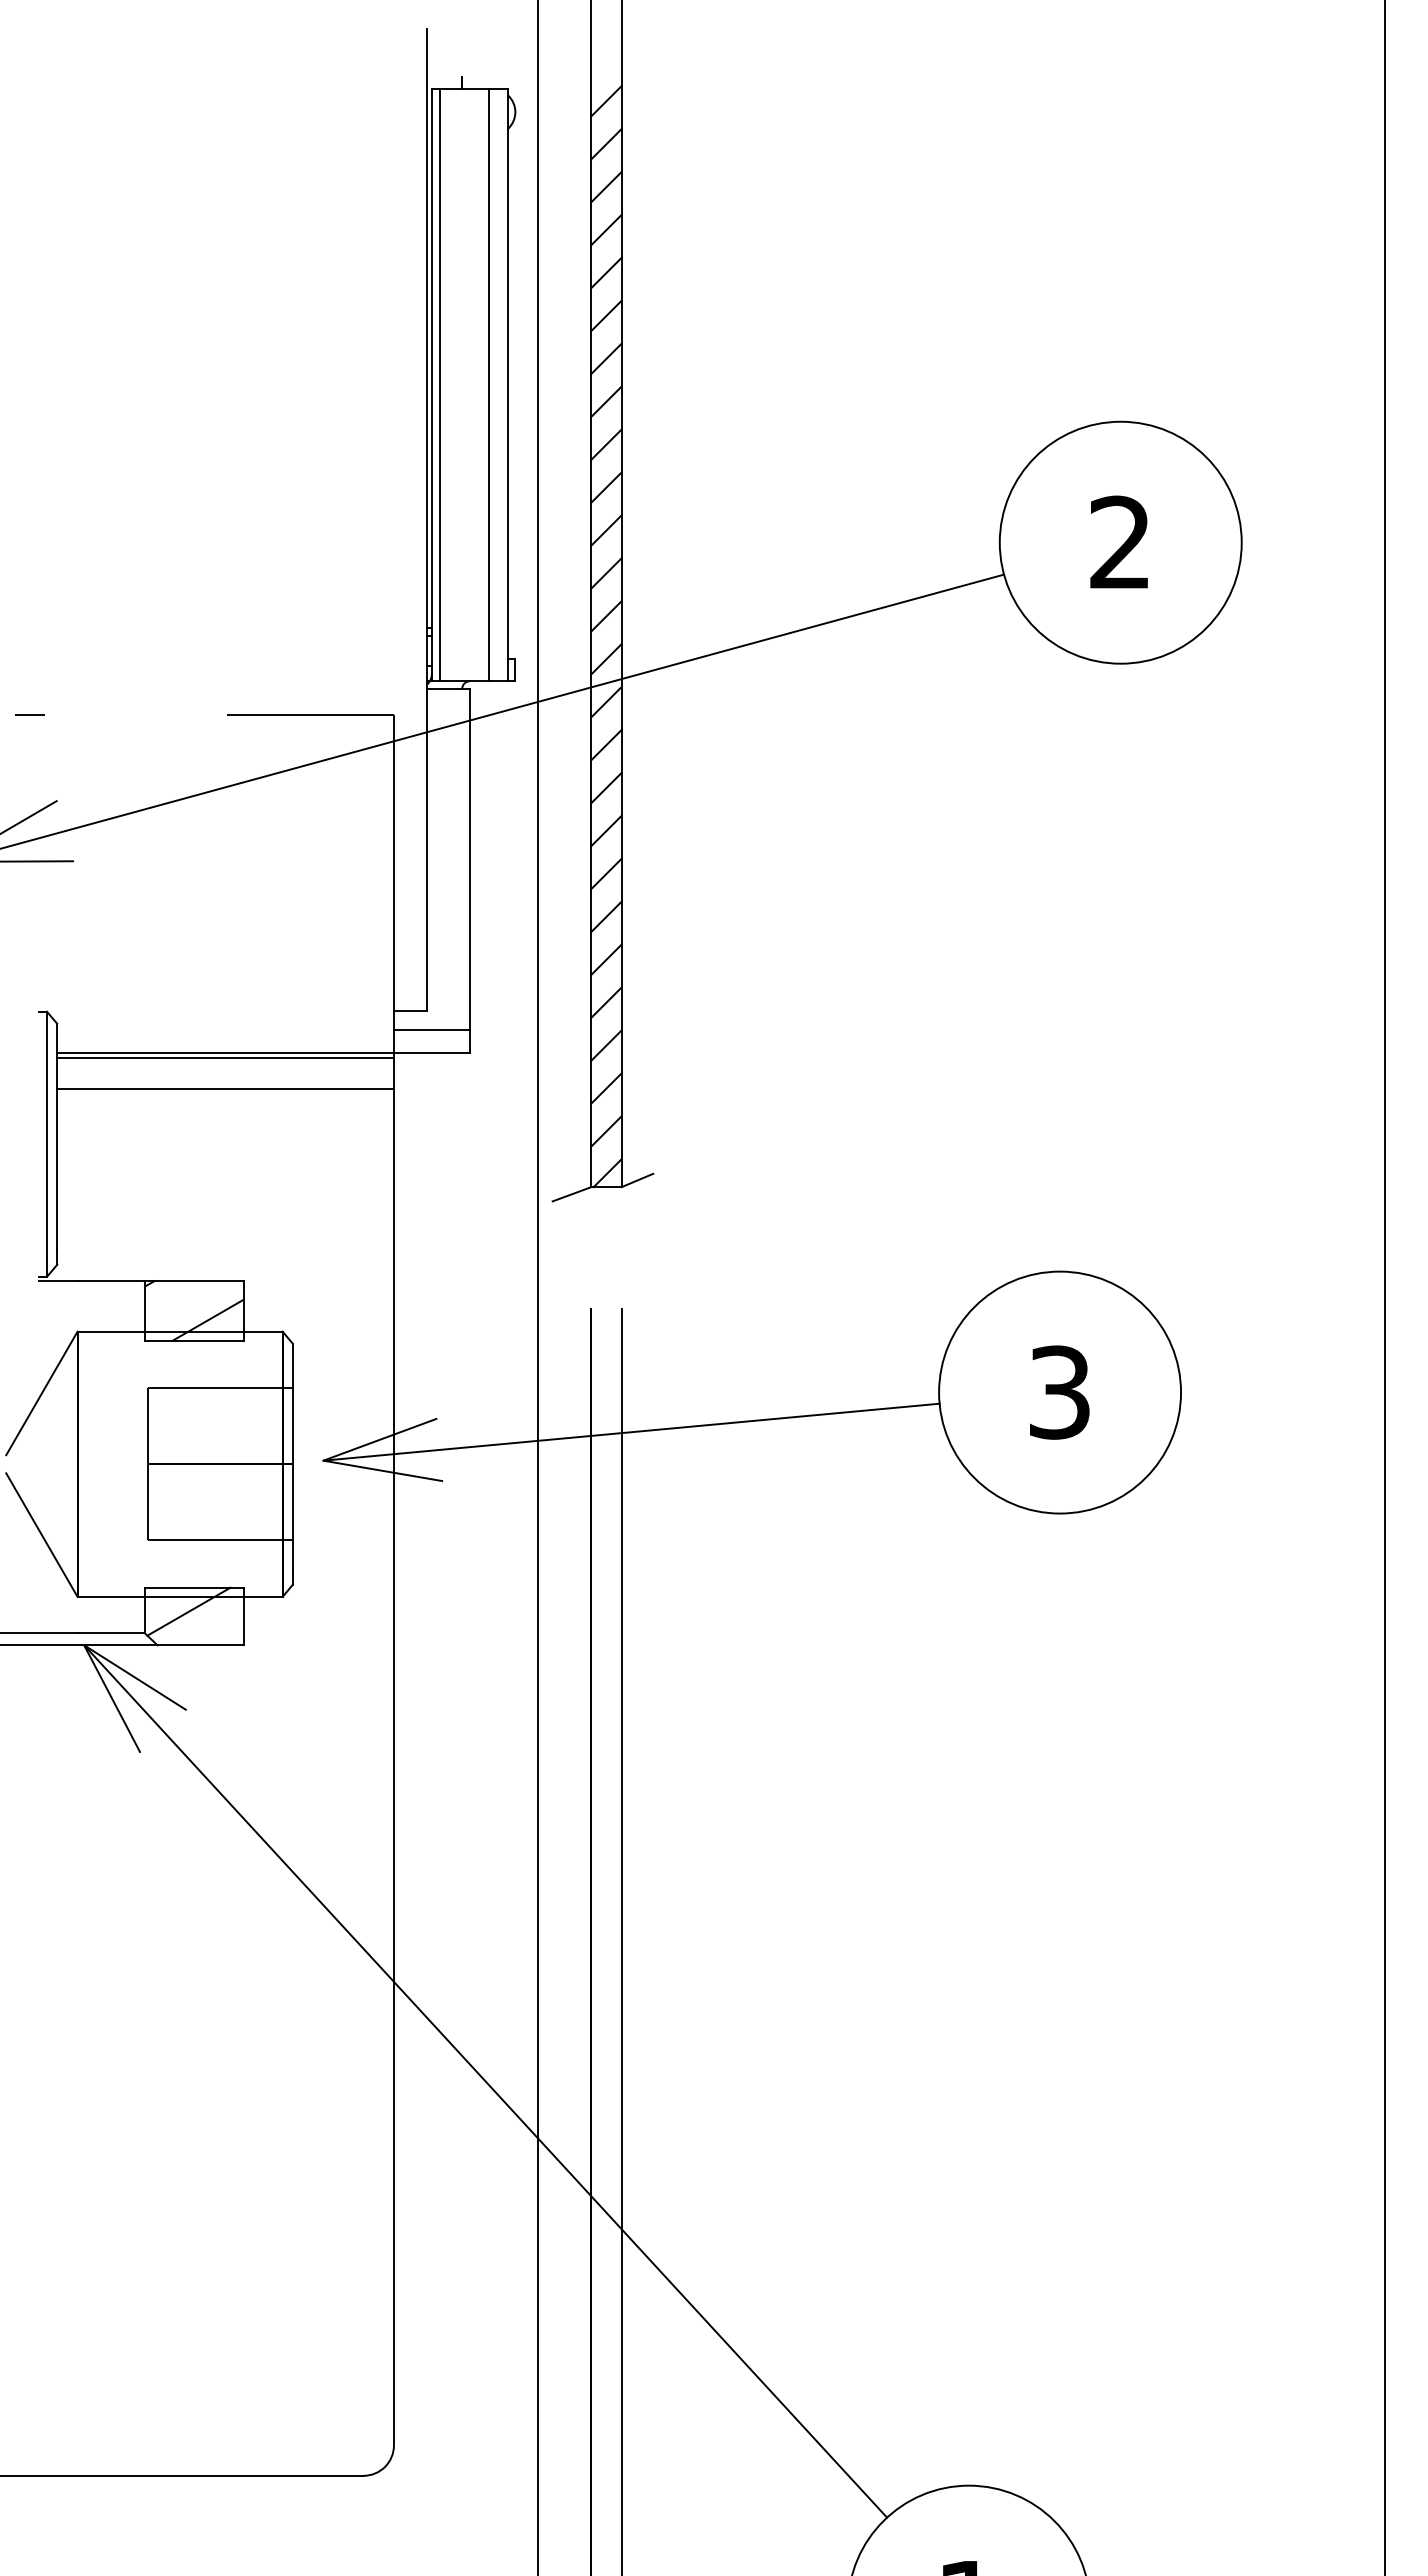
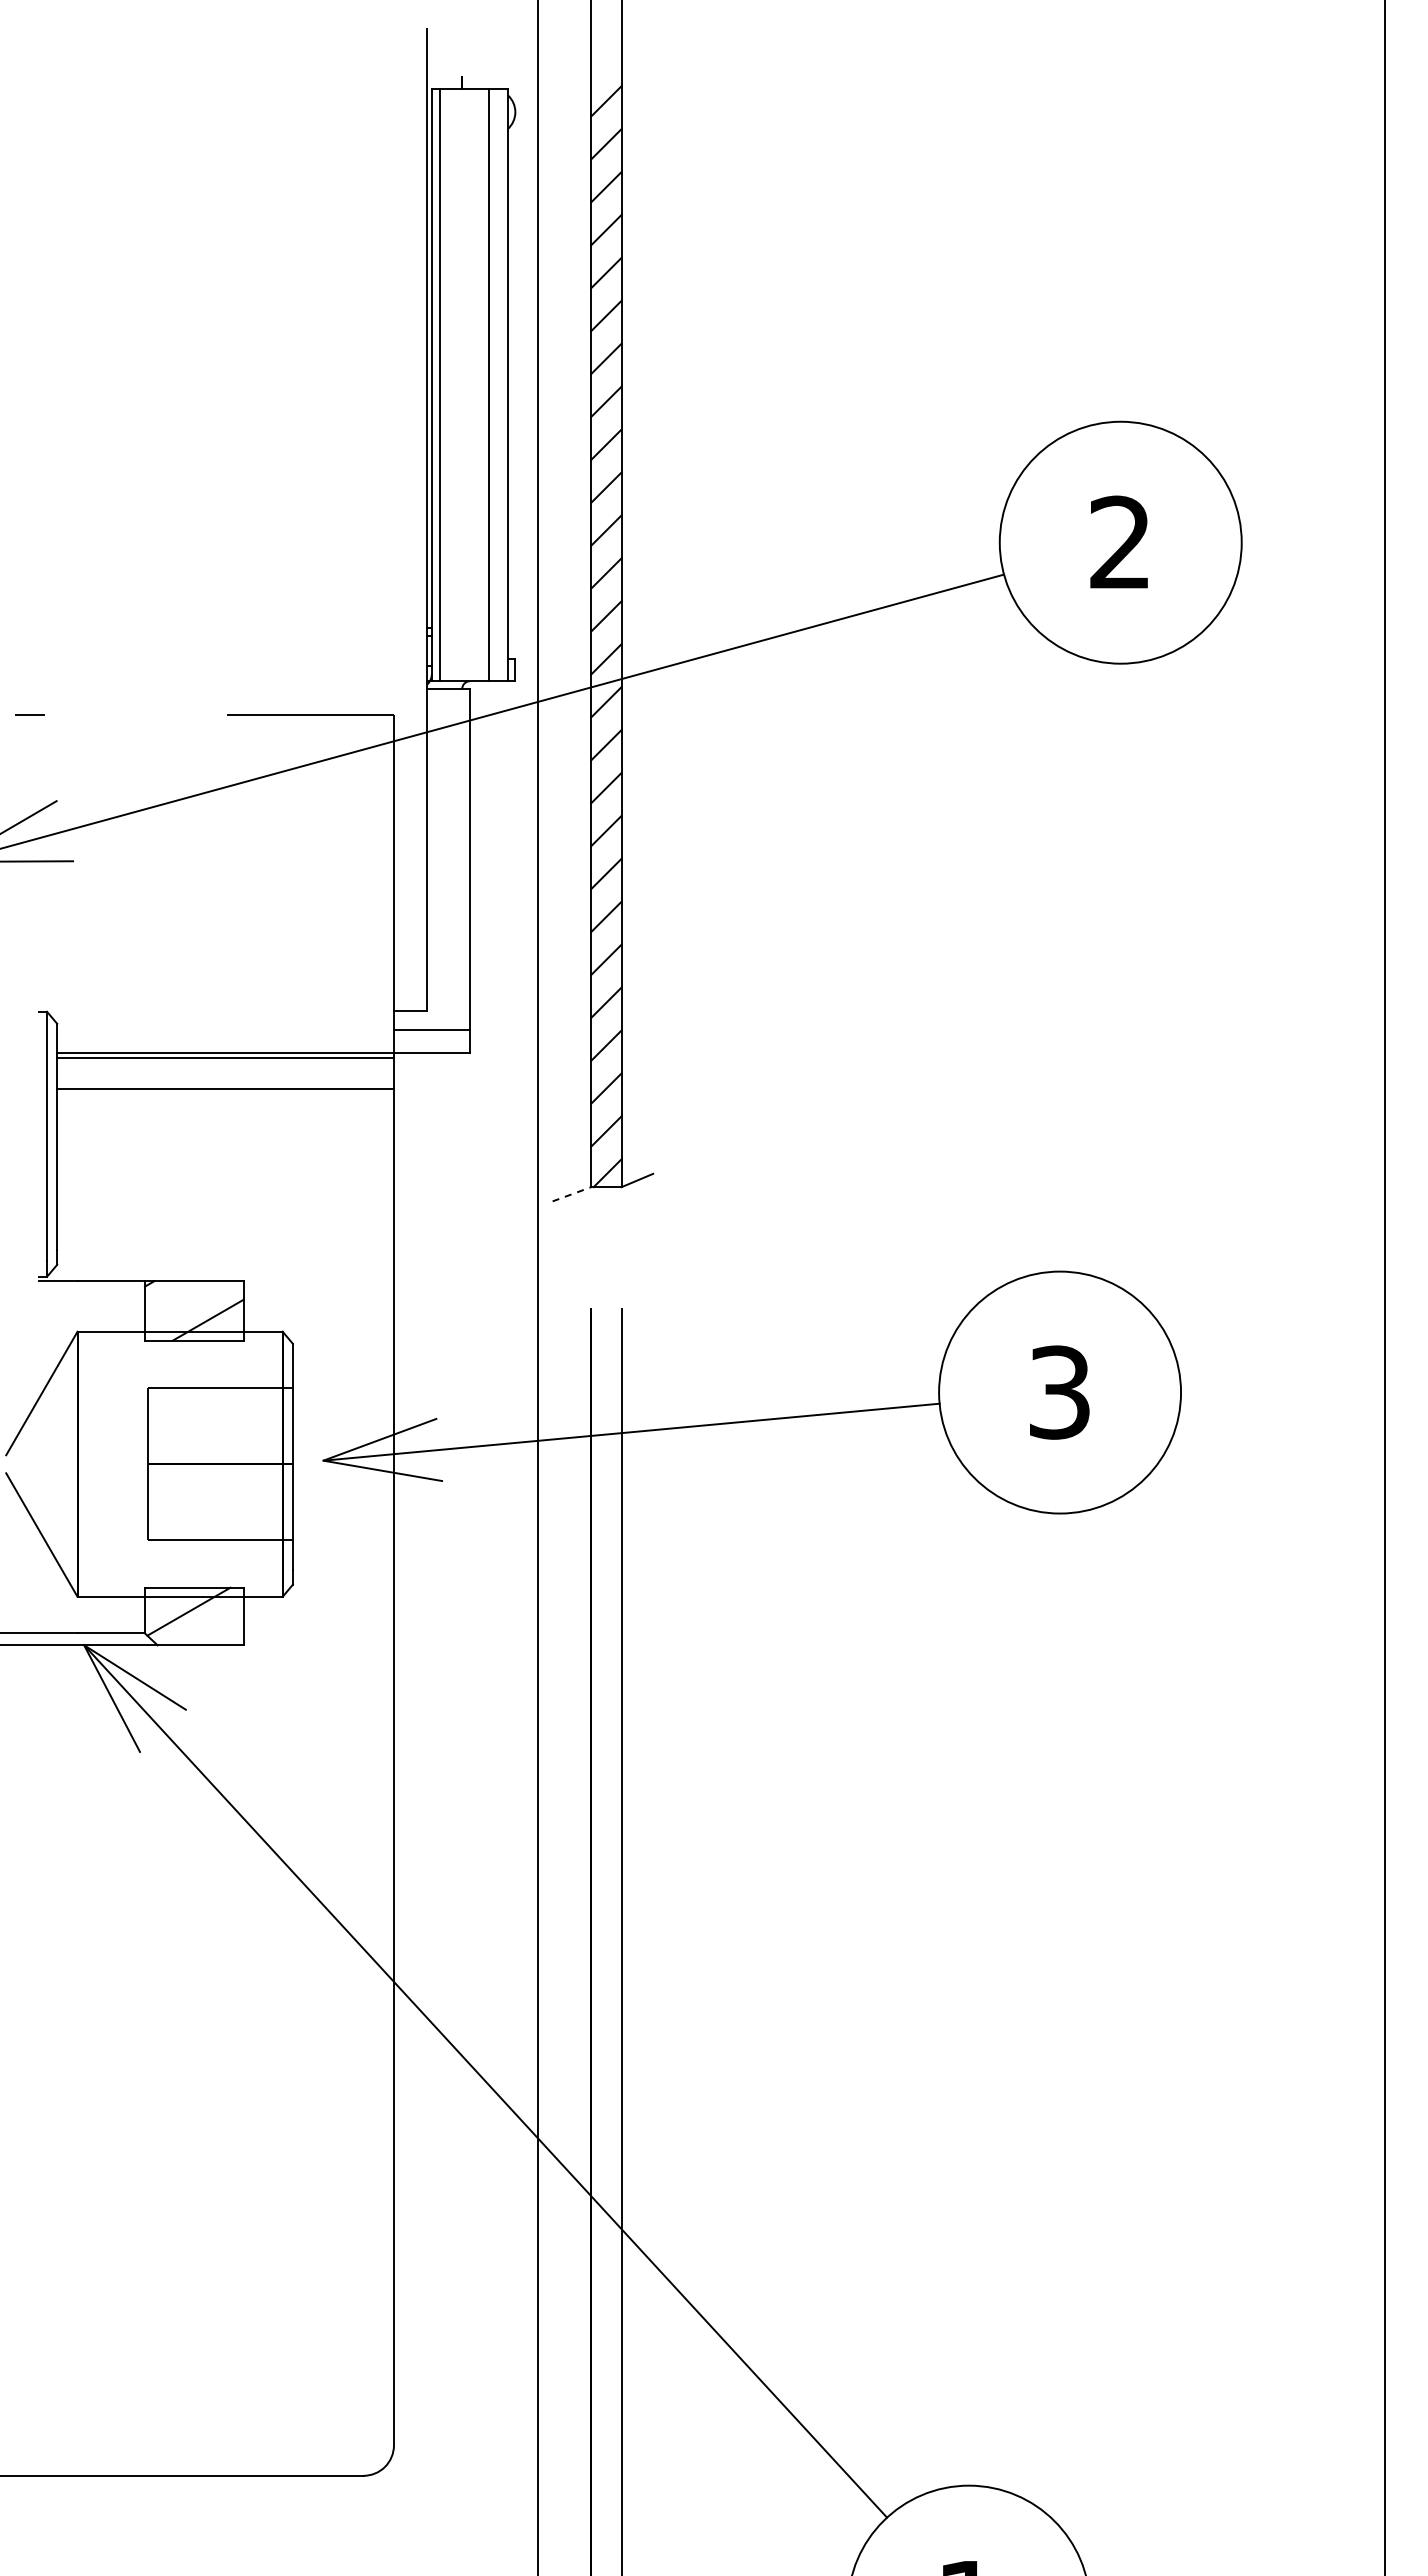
line at (571, 1194): solid -> dashed
